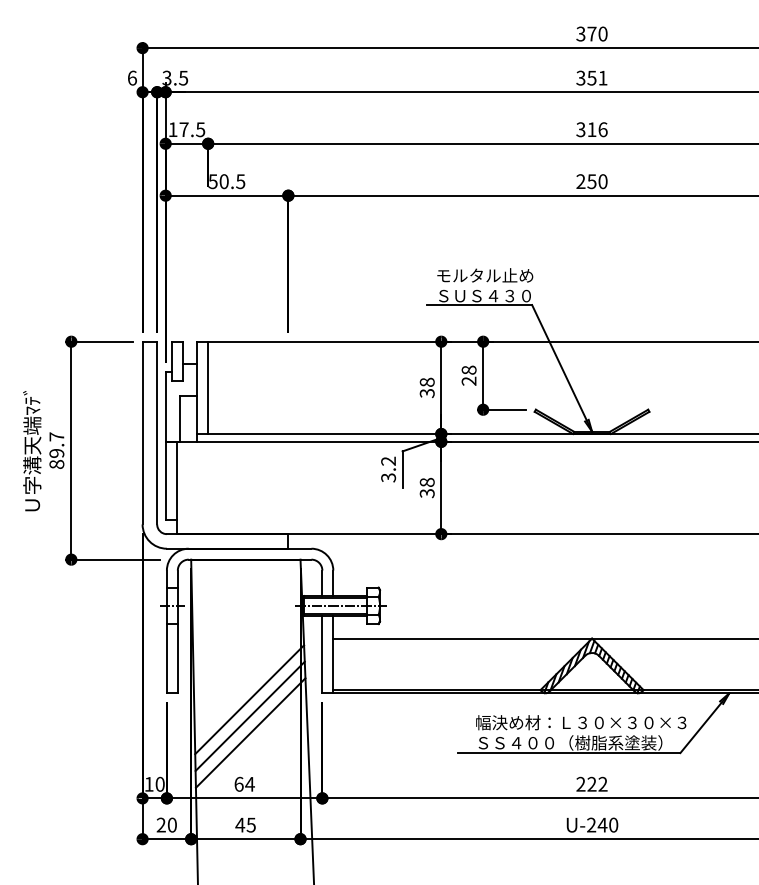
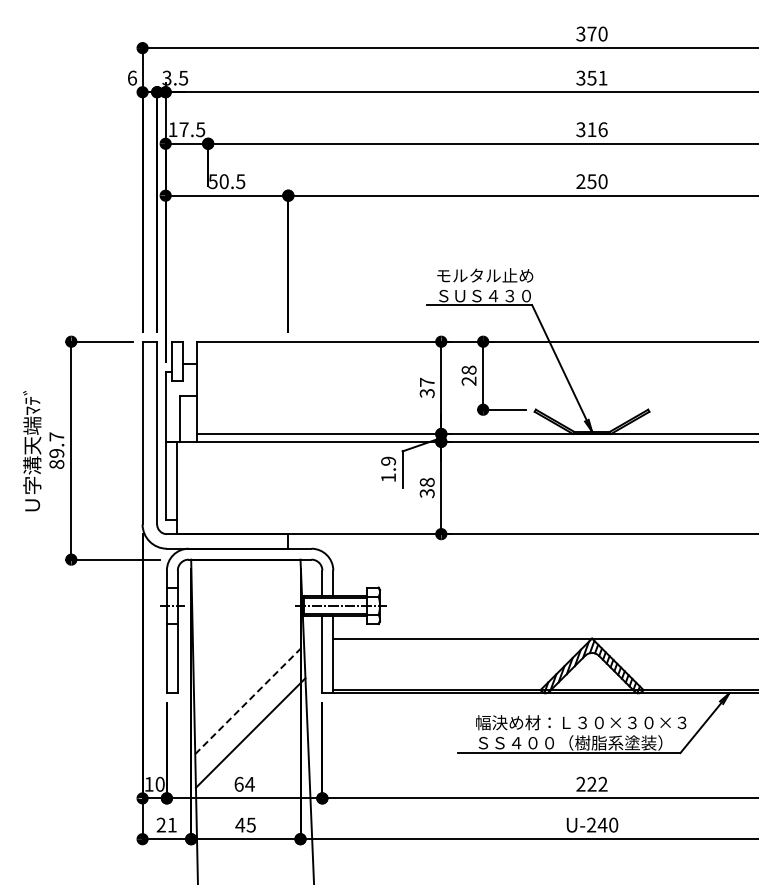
text at (426, 381): 38 -> 37
line at (208, 387): present -> none
text at (388, 469): 3.2 -> 1.9
line at (249, 699): solid -> dashed
line at (249, 715): present -> none
text at (171, 824): 20 -> 21
